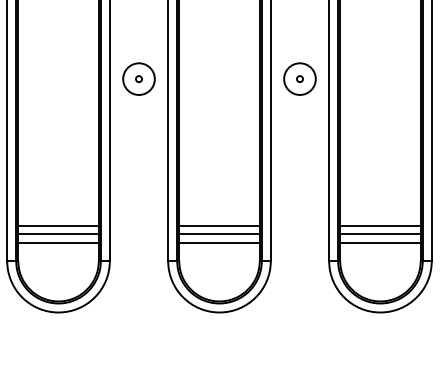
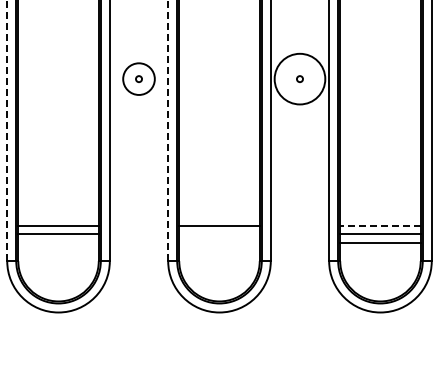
circle at (299, 78) diameter: 32 px -> 51 px
line at (7, 130): solid -> dashed
line at (168, 130): solid -> dashed
line at (379, 225): solid -> dashed
line at (219, 233): present -> none
line at (58, 242): present -> none
line at (219, 242): present -> none
